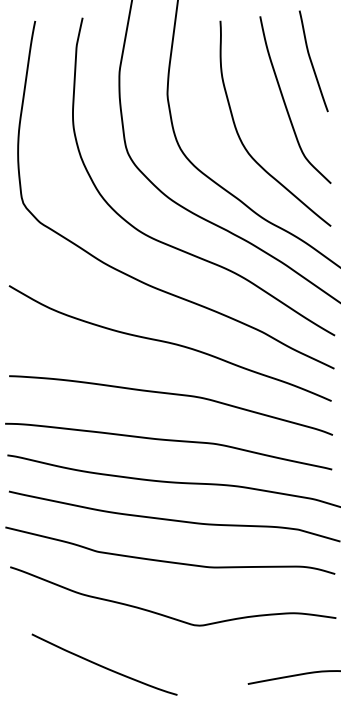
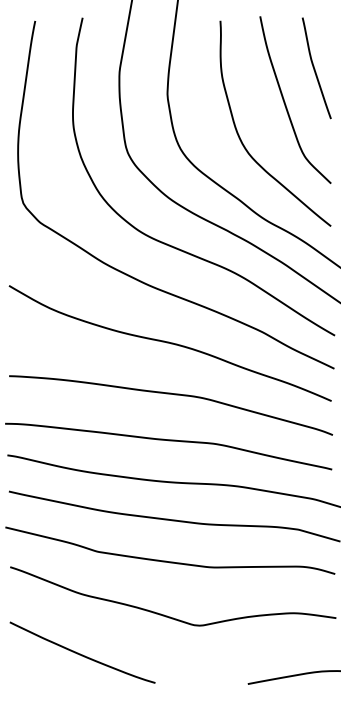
curve at (312, 61) position: (312, 61) -> (315, 68)
curve at (104, 666) position: (104, 666) -> (82, 654)
